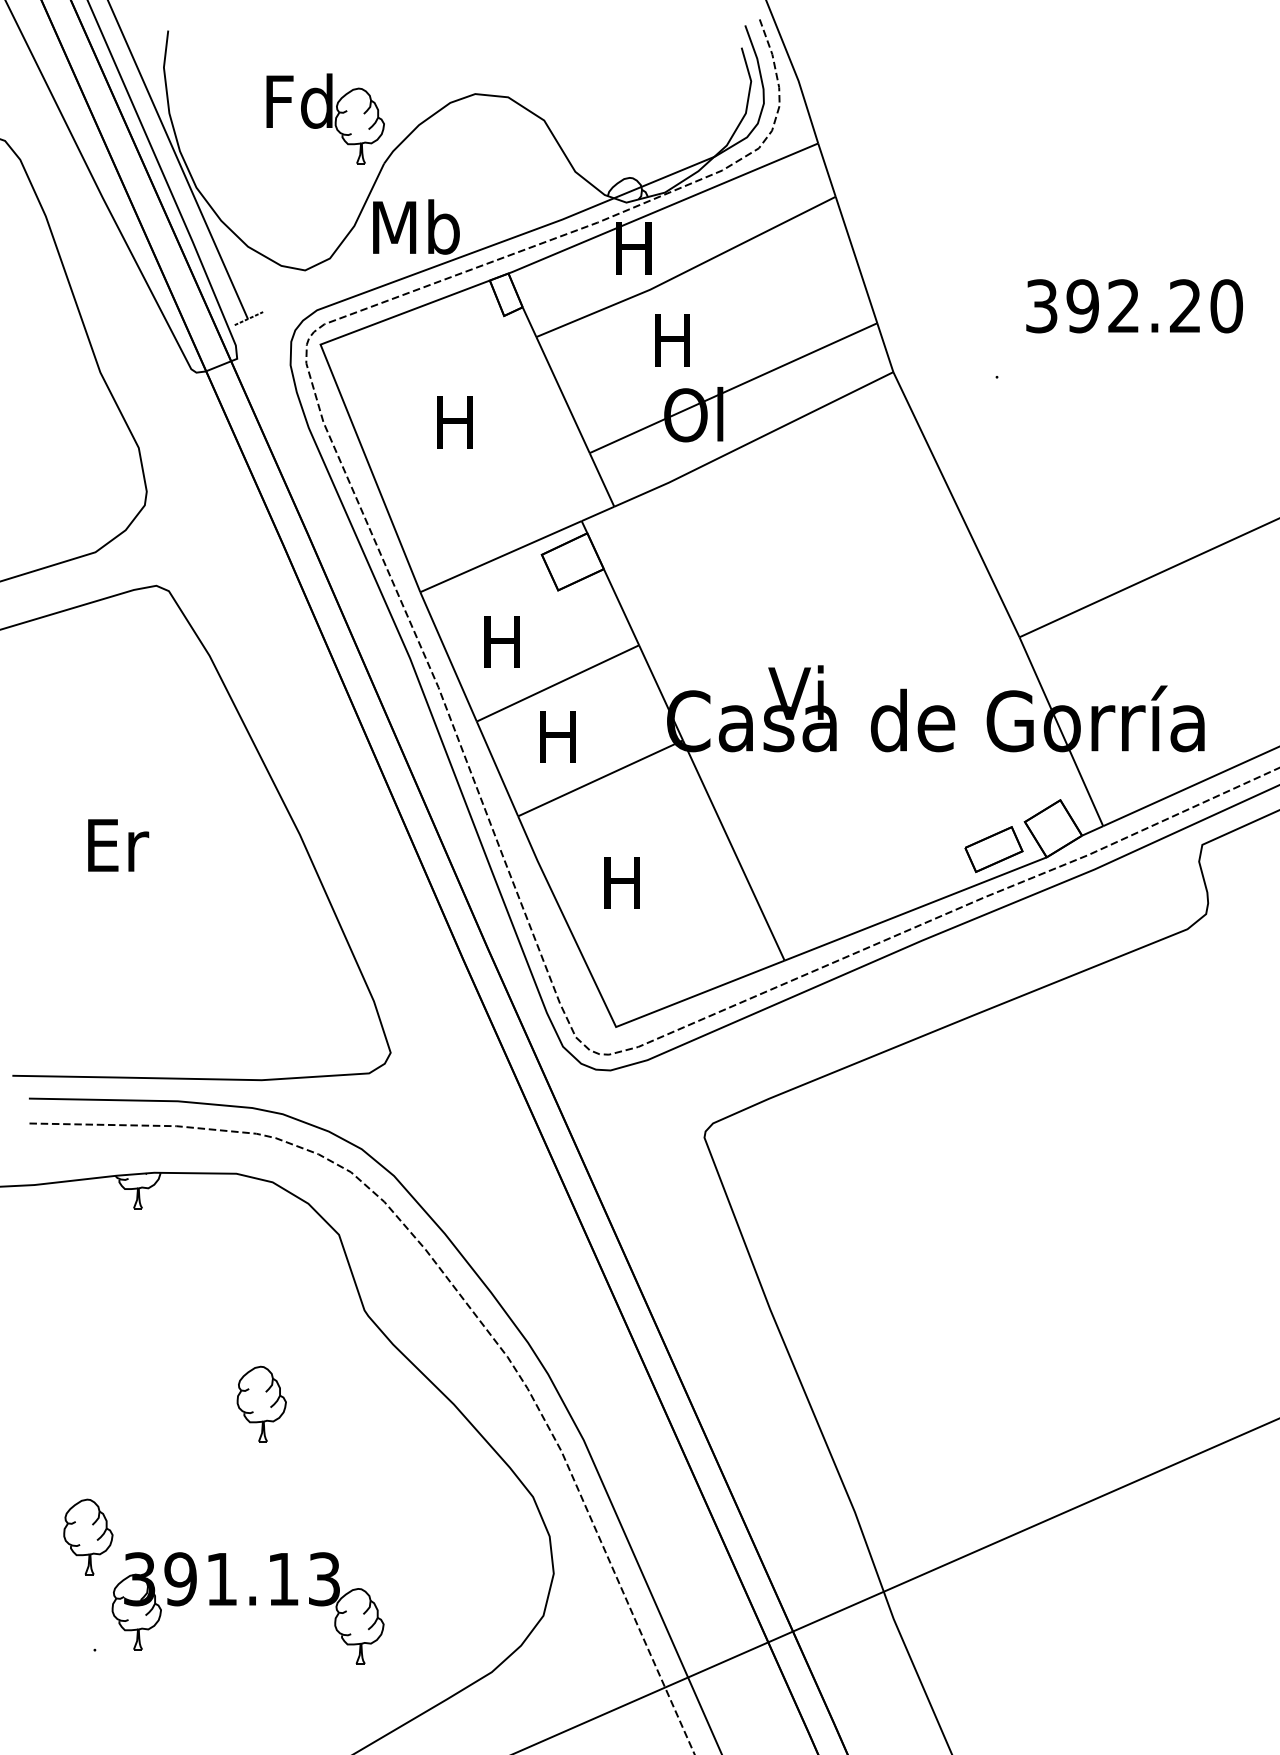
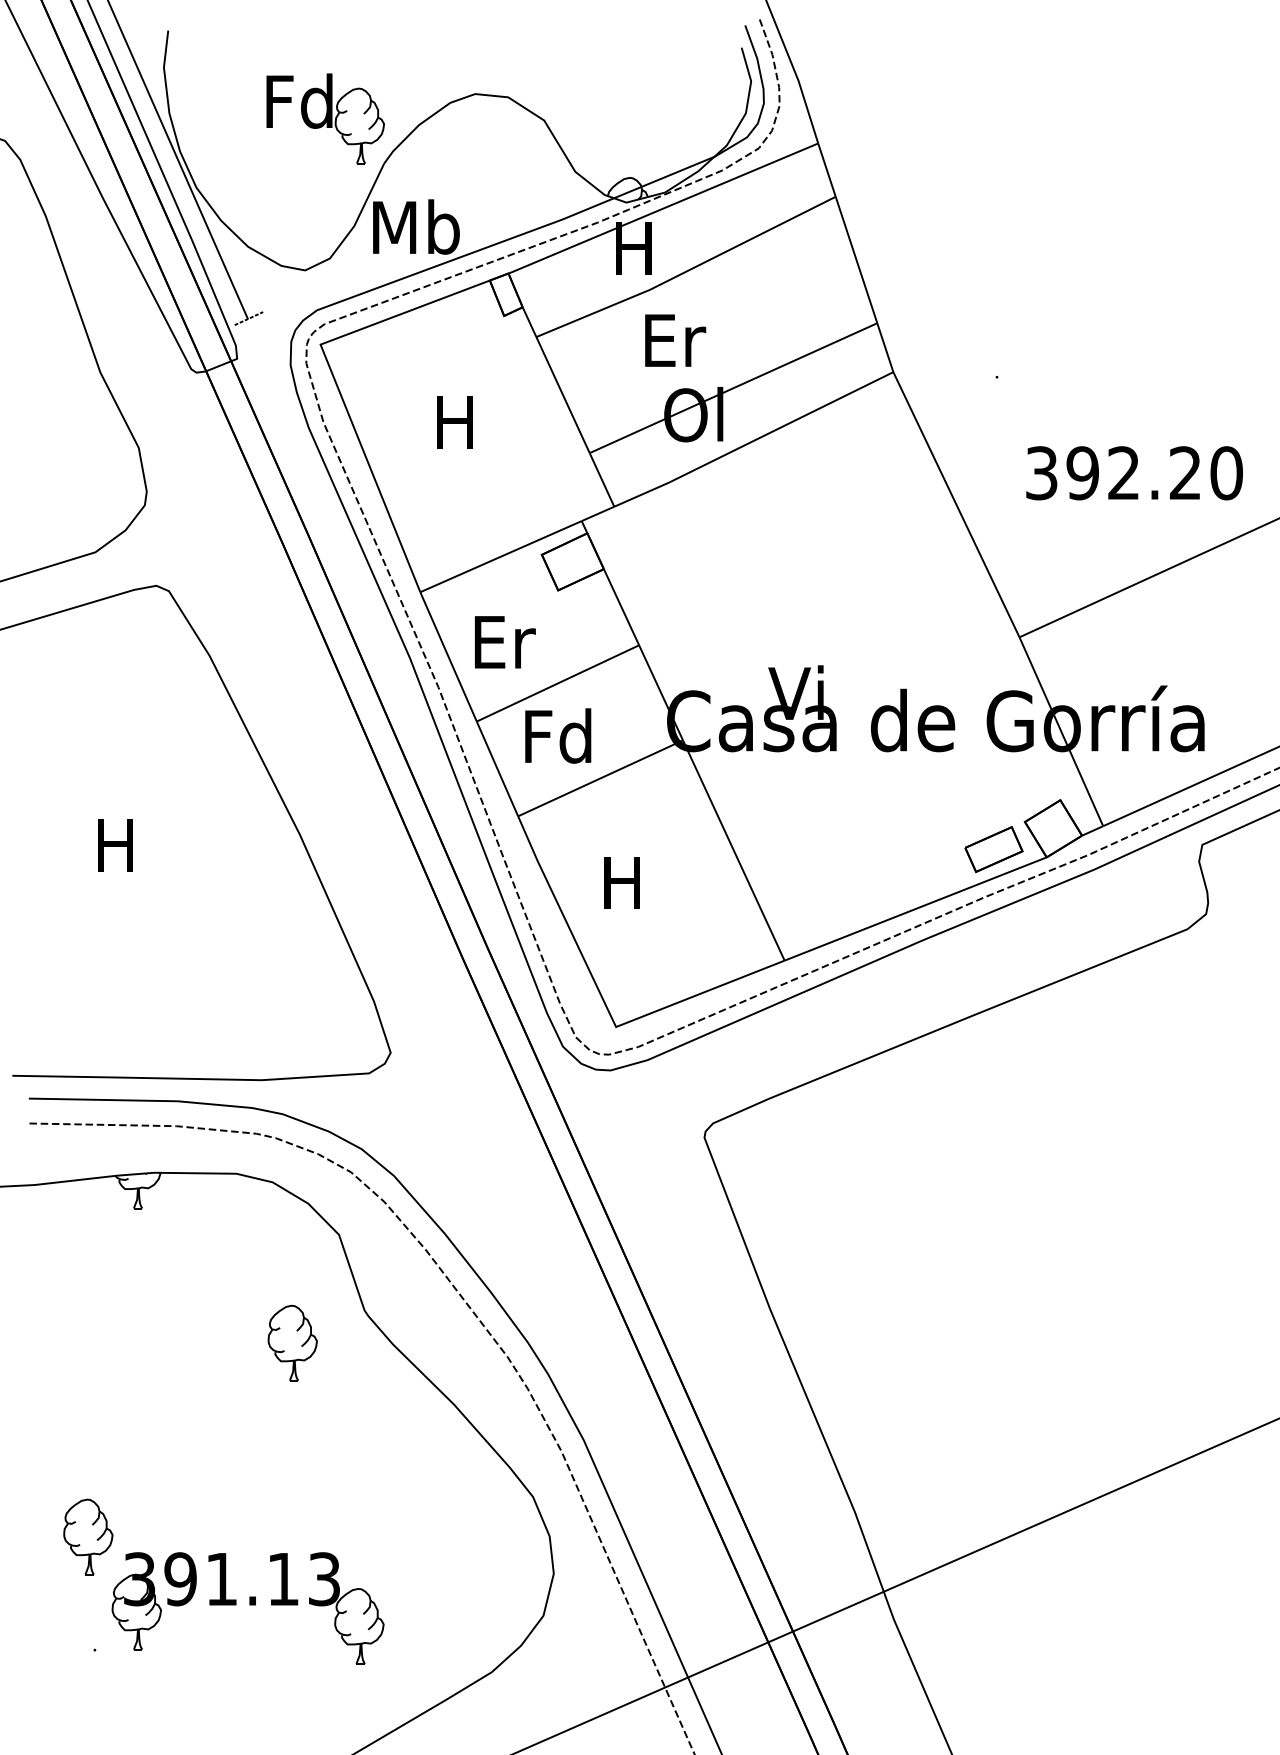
text at (1134, 306) position: (1134, 306) -> (1134, 473)
text at (675, 340): H -> Er
text at (504, 642): H -> Er
text at (558, 735): H -> Fd
text at (118, 845): Er -> H
part at (261, 1403) position: (261, 1403) -> (292, 1342)
